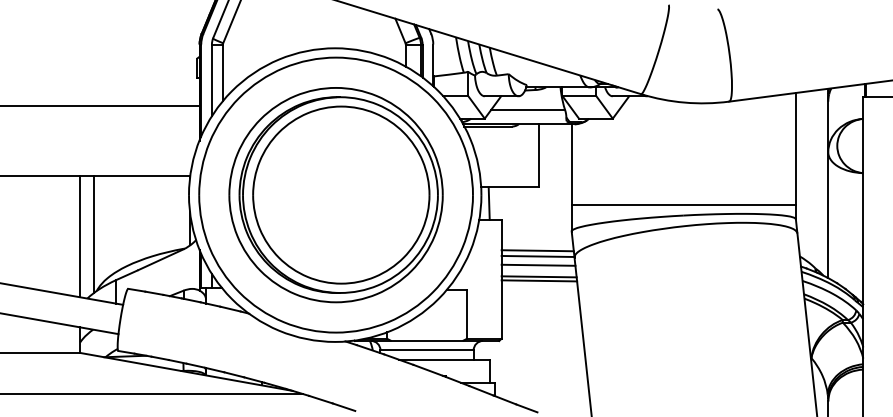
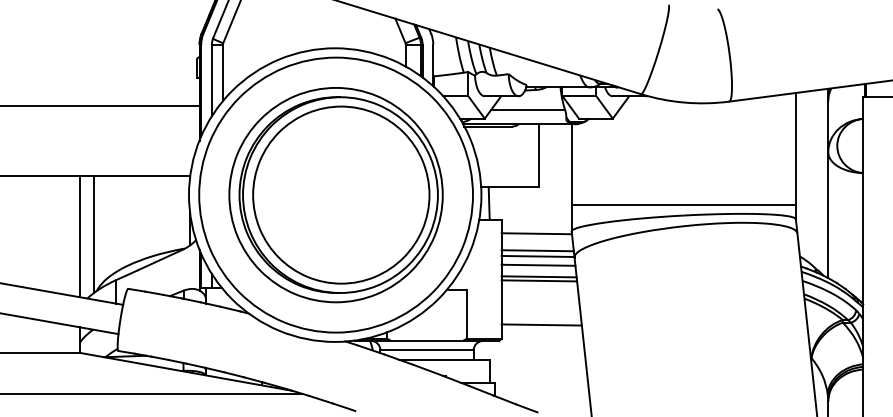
line at (536, 233): none -> present
line at (541, 324): none -> present
